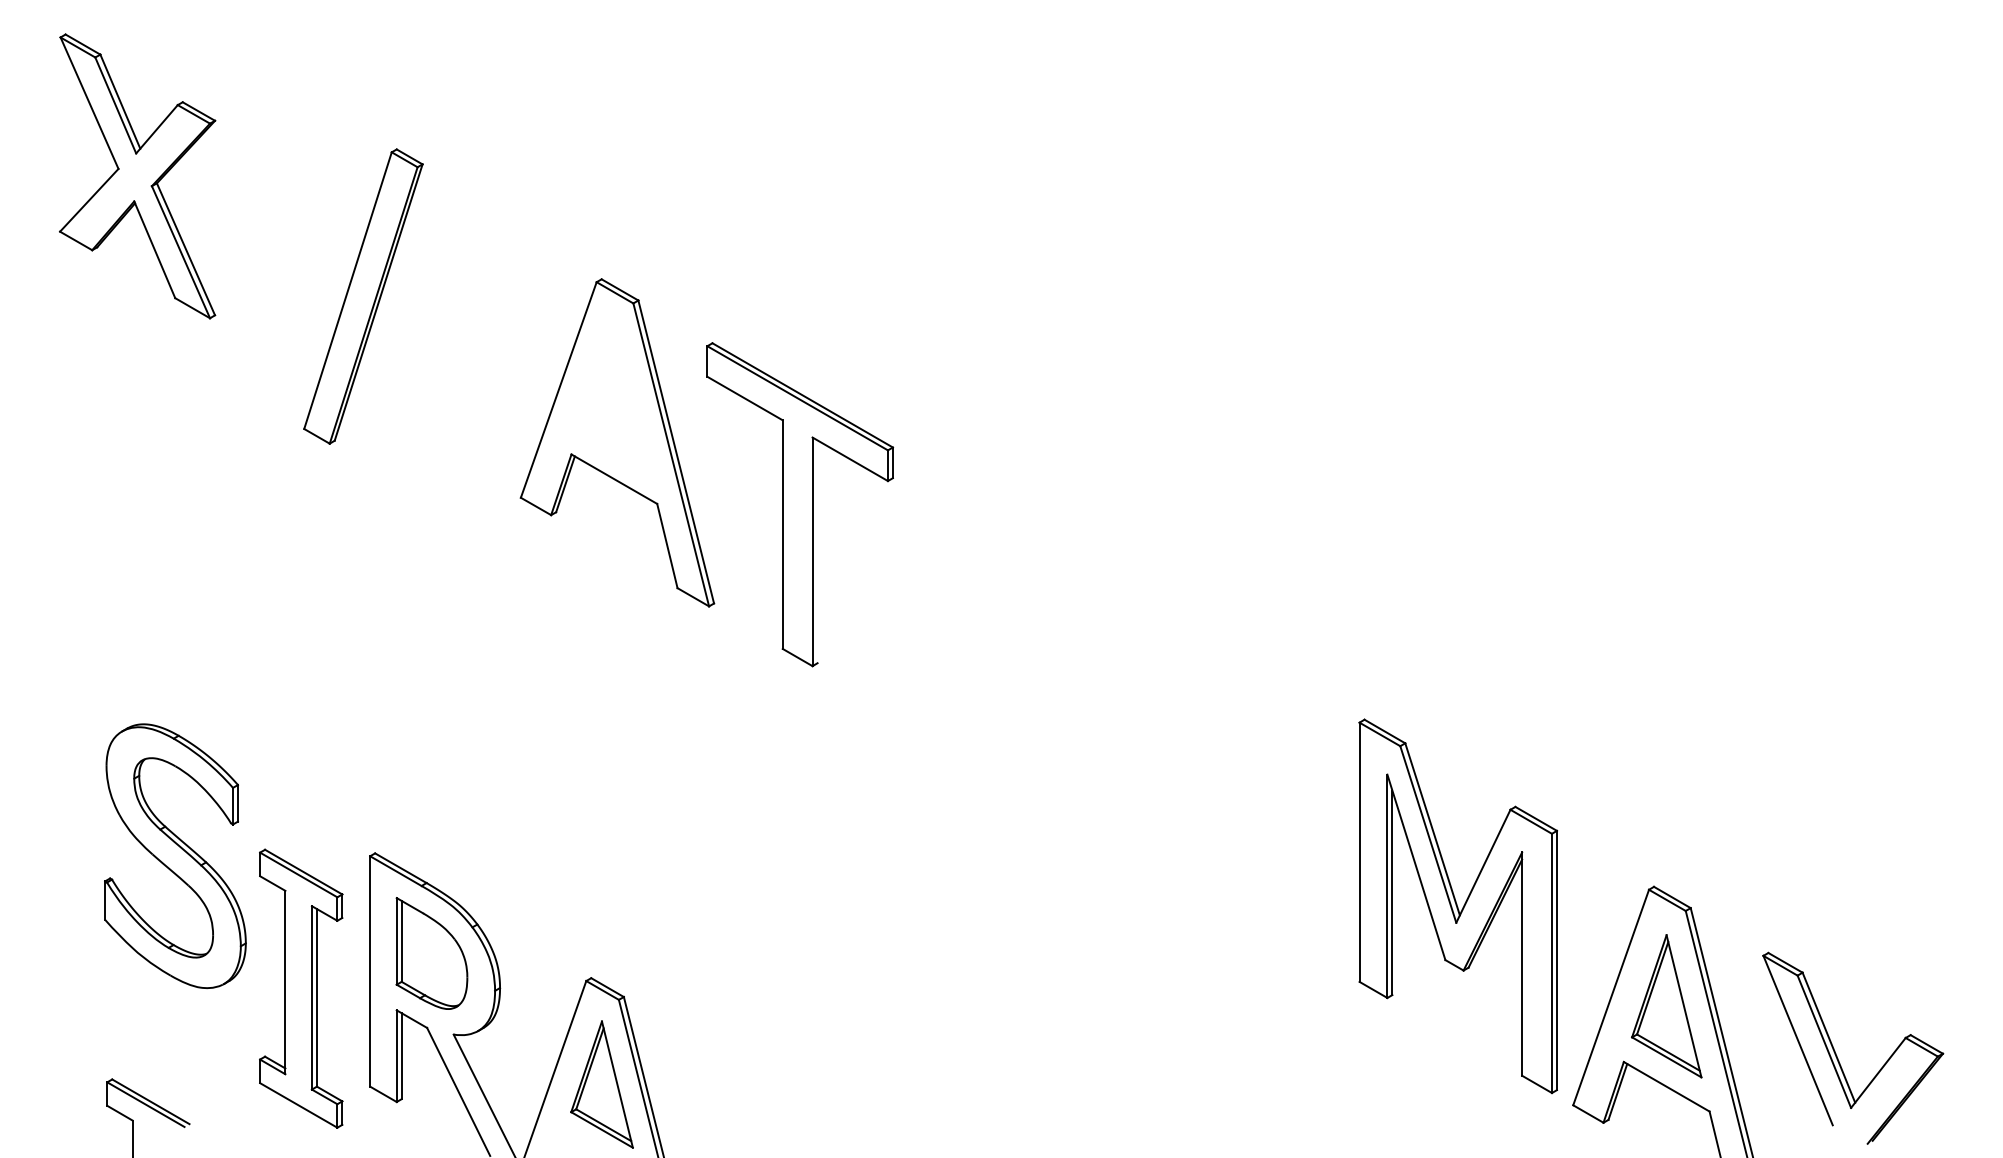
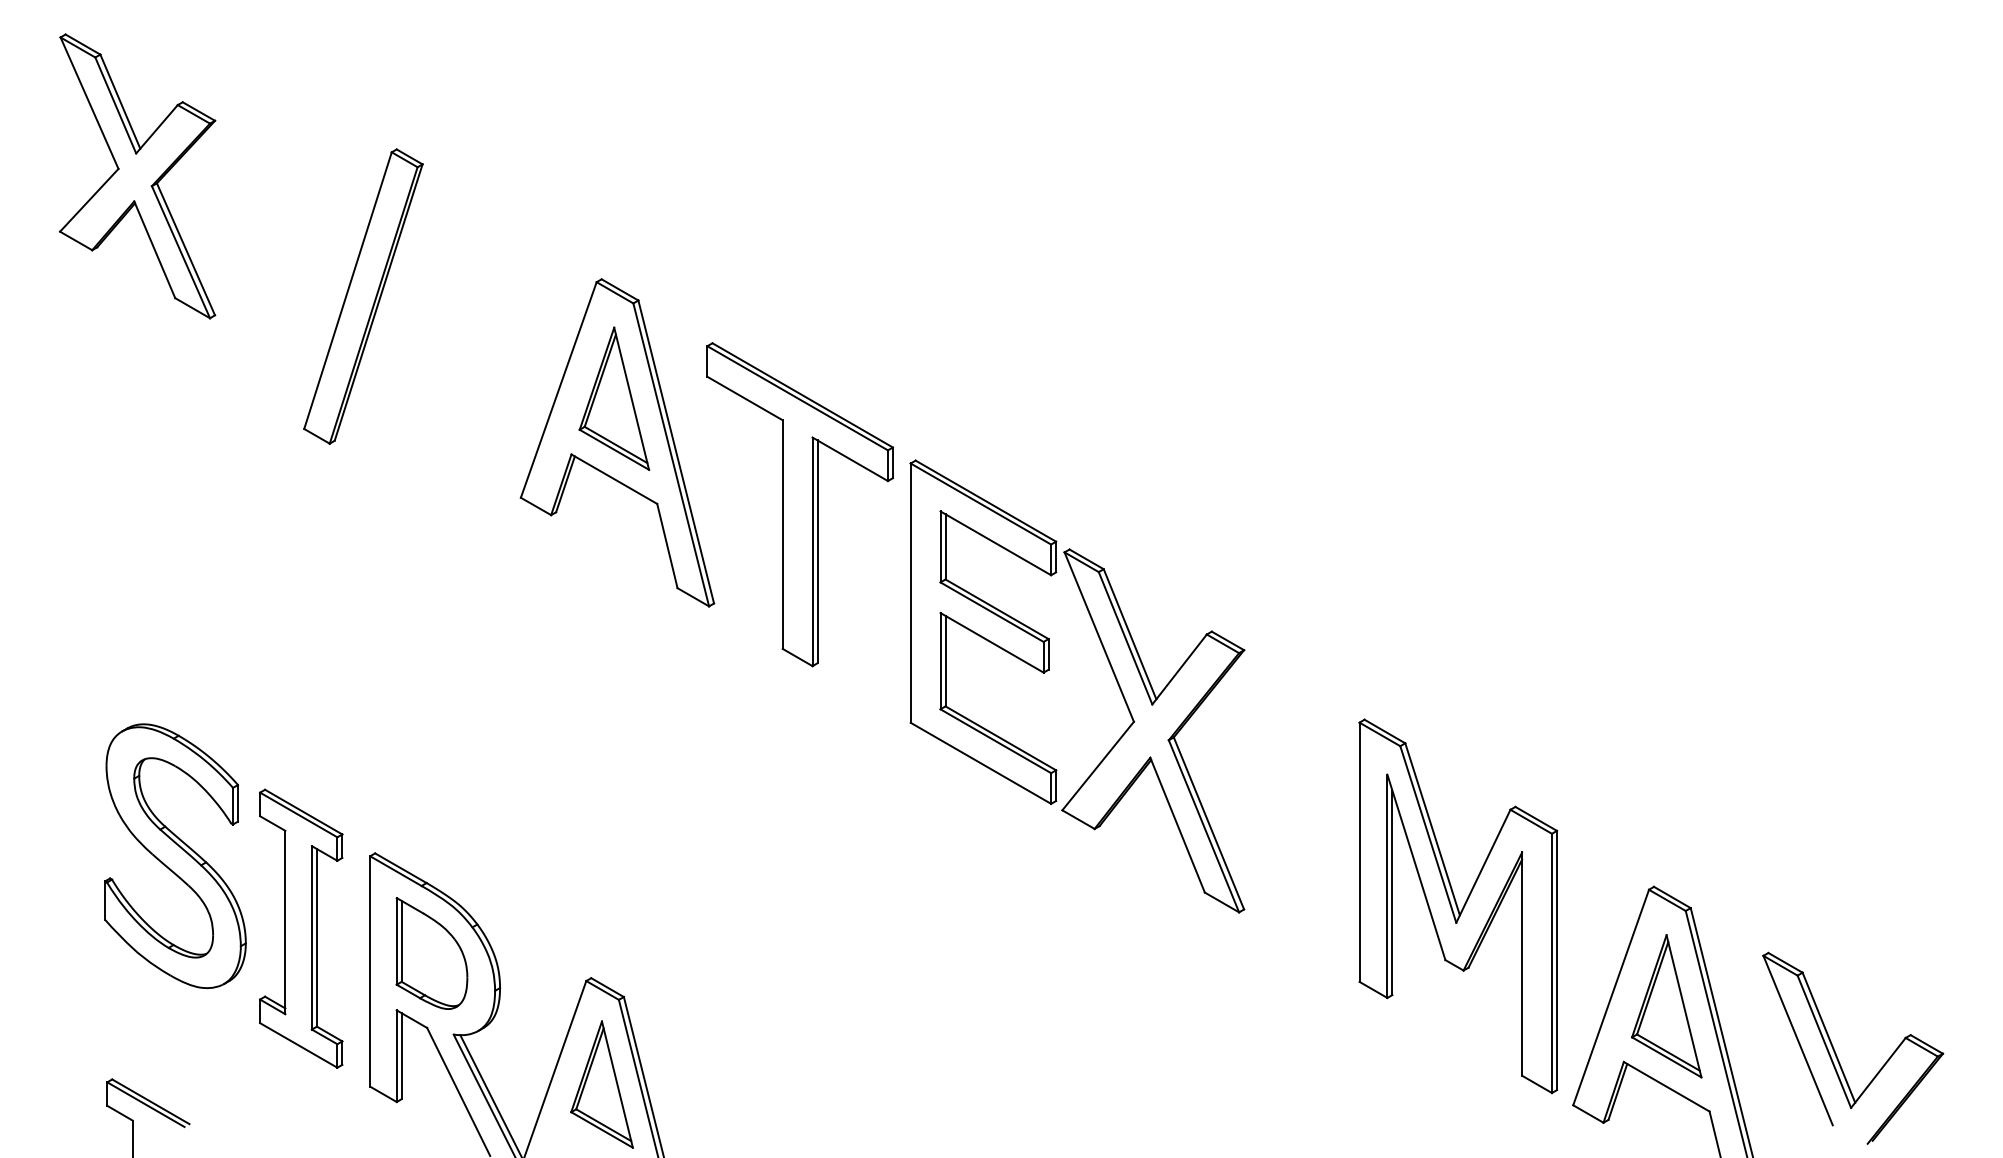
part at (614, 398): none -> present
line at (817, 551): none -> present
part at (1049, 670): none -> present
part at (301, 988) position: (301, 988) -> (301, 928)
line at (490, 1094): none -> present
